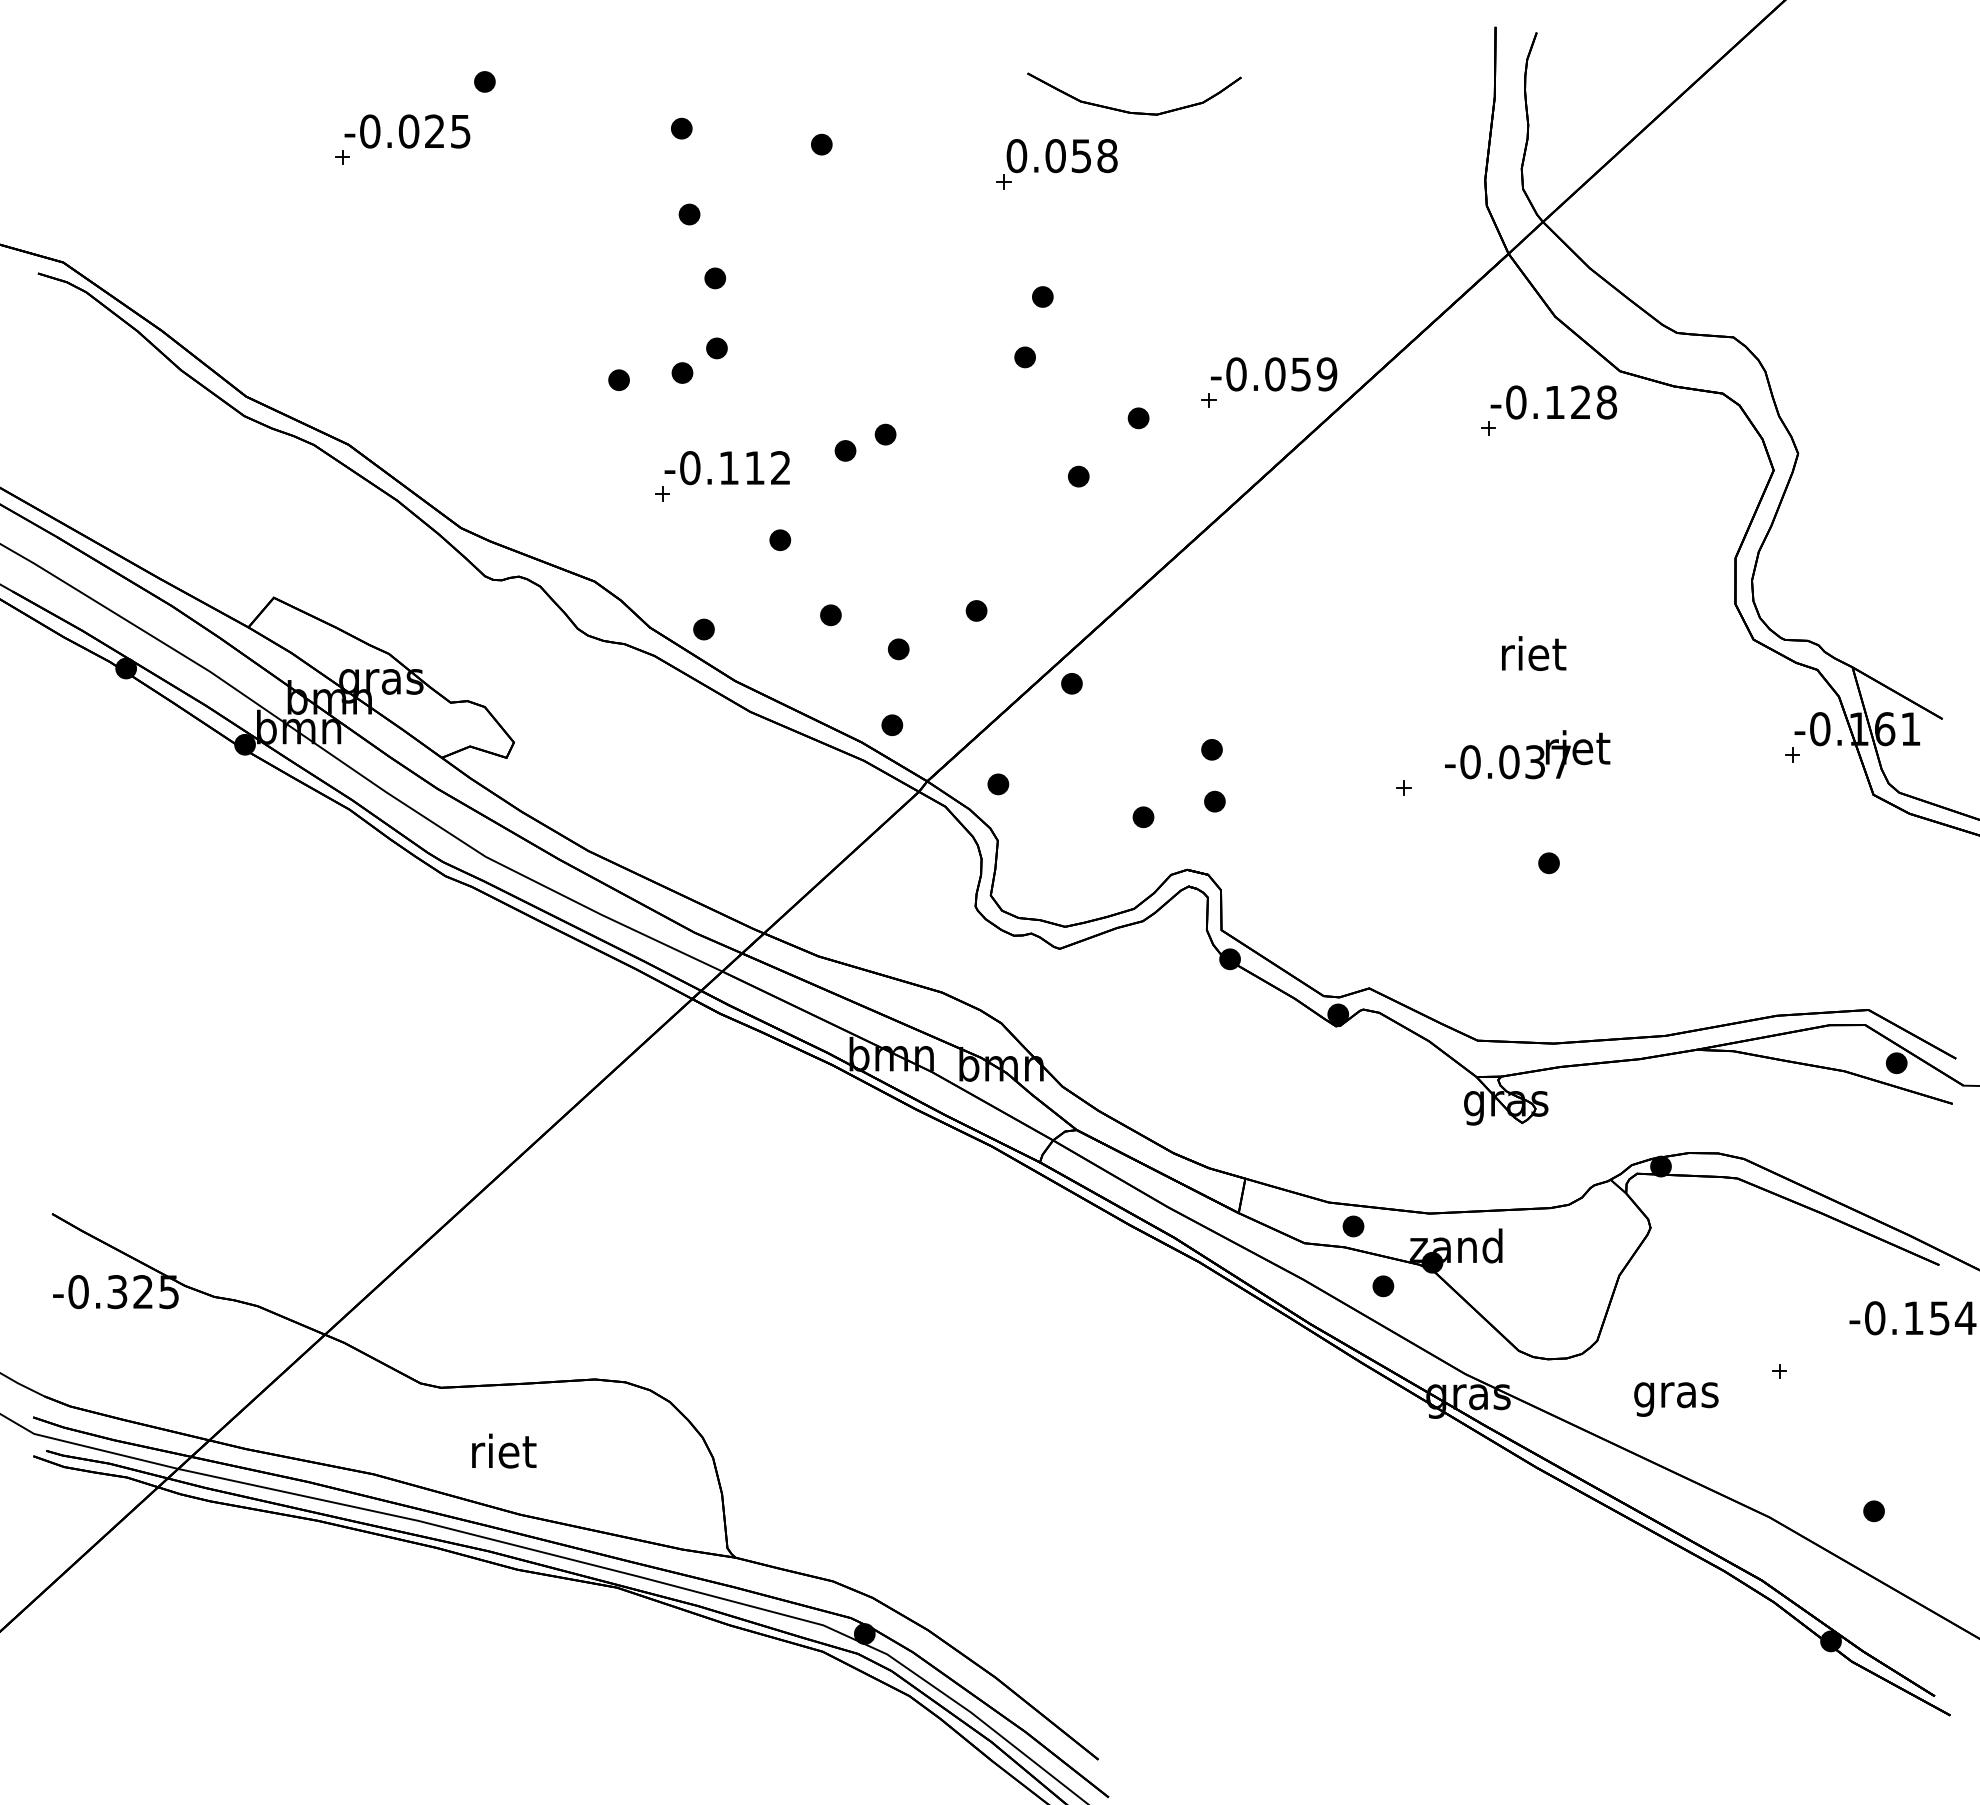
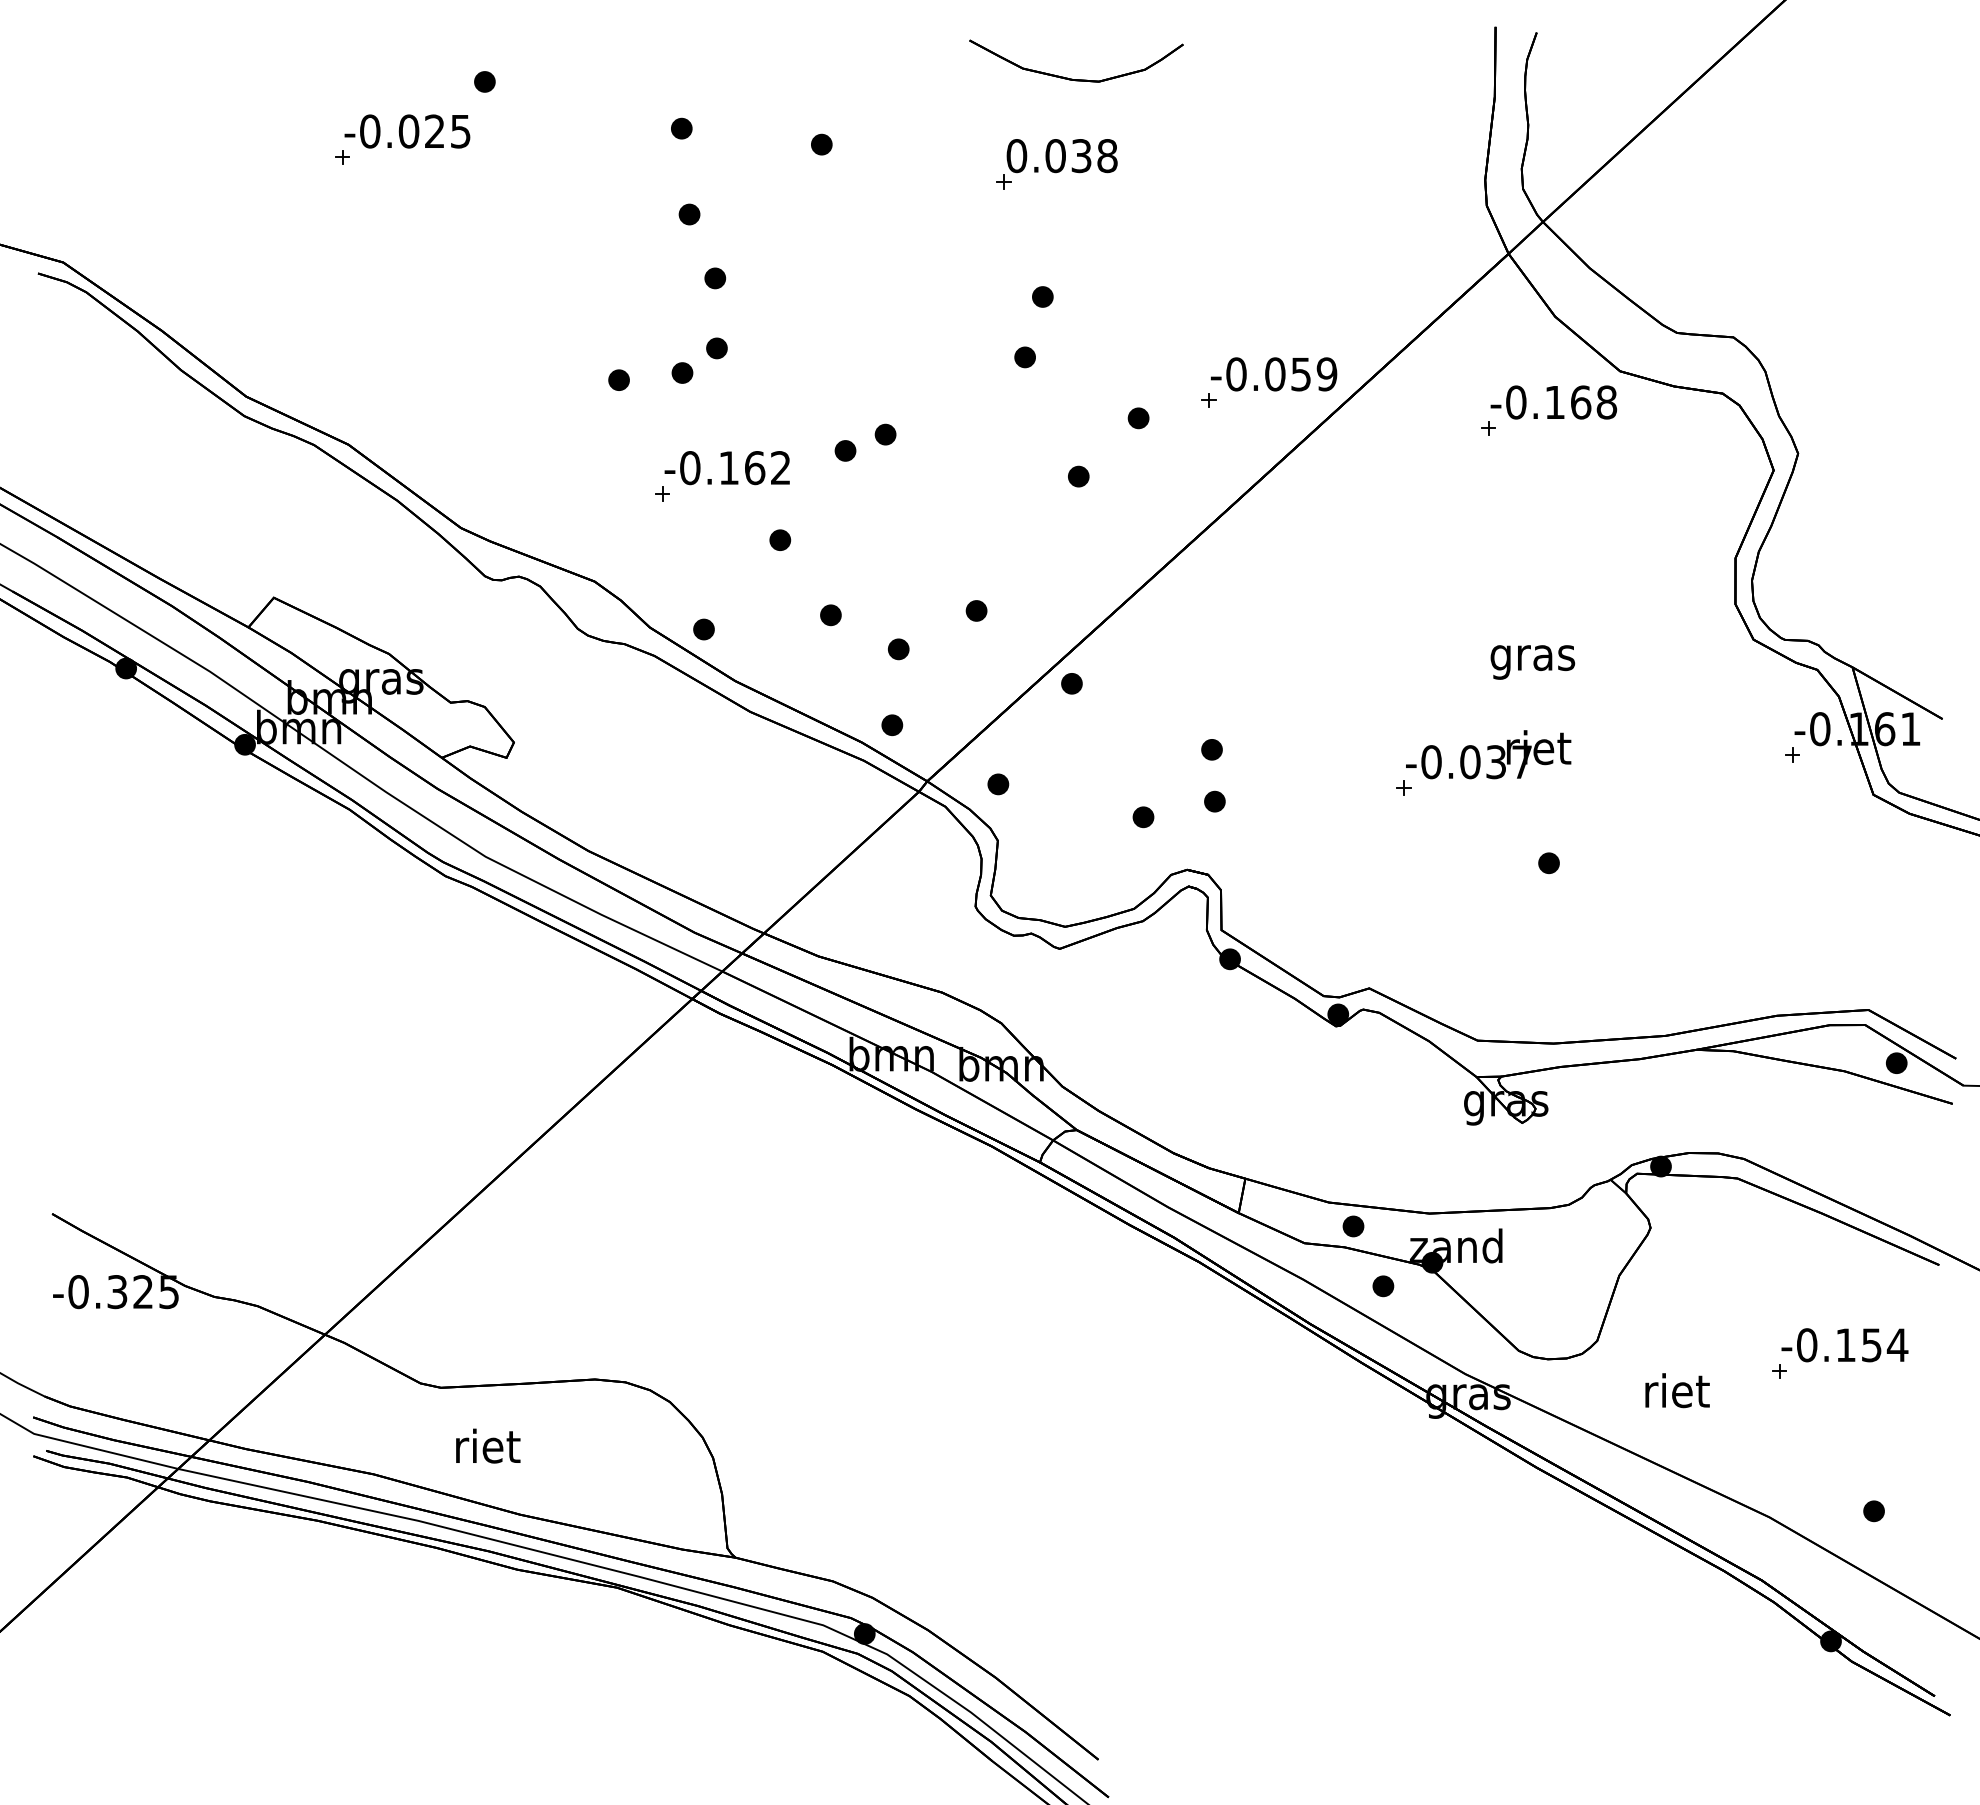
part at (1130, 111) position: (1130, 111) -> (1072, 78)
text at (1081, 155): 0.058 -> 0.038
text at (1581, 402): -0.128 -> -0.168
text at (755, 468): -0.112 -> -0.162
text at (1532, 657): riet -> gras
text at (1527, 754) position: (1527, 754) -> (1488, 754)
text at (1912, 1318) position: (1912, 1318) -> (1844, 1345)
text at (1676, 1394): gras -> riet
text at (504, 1450) position: (504, 1450) -> (488, 1445)
